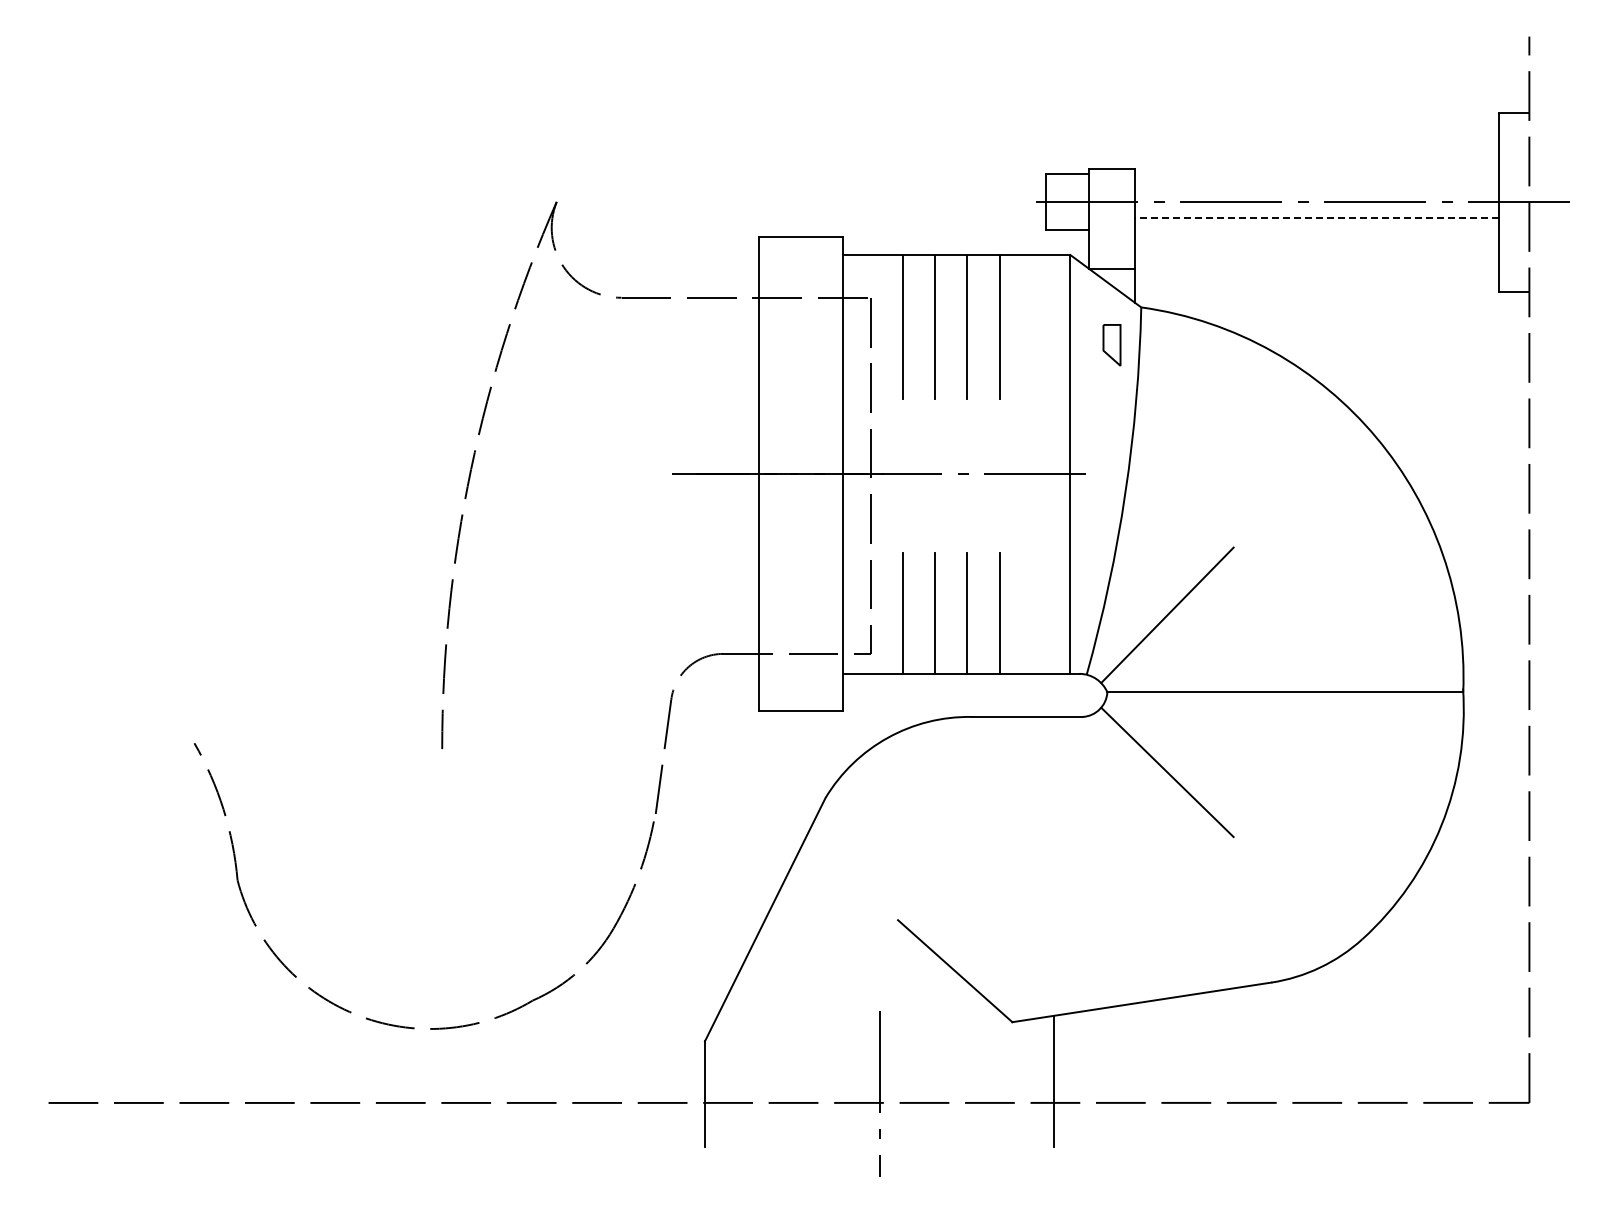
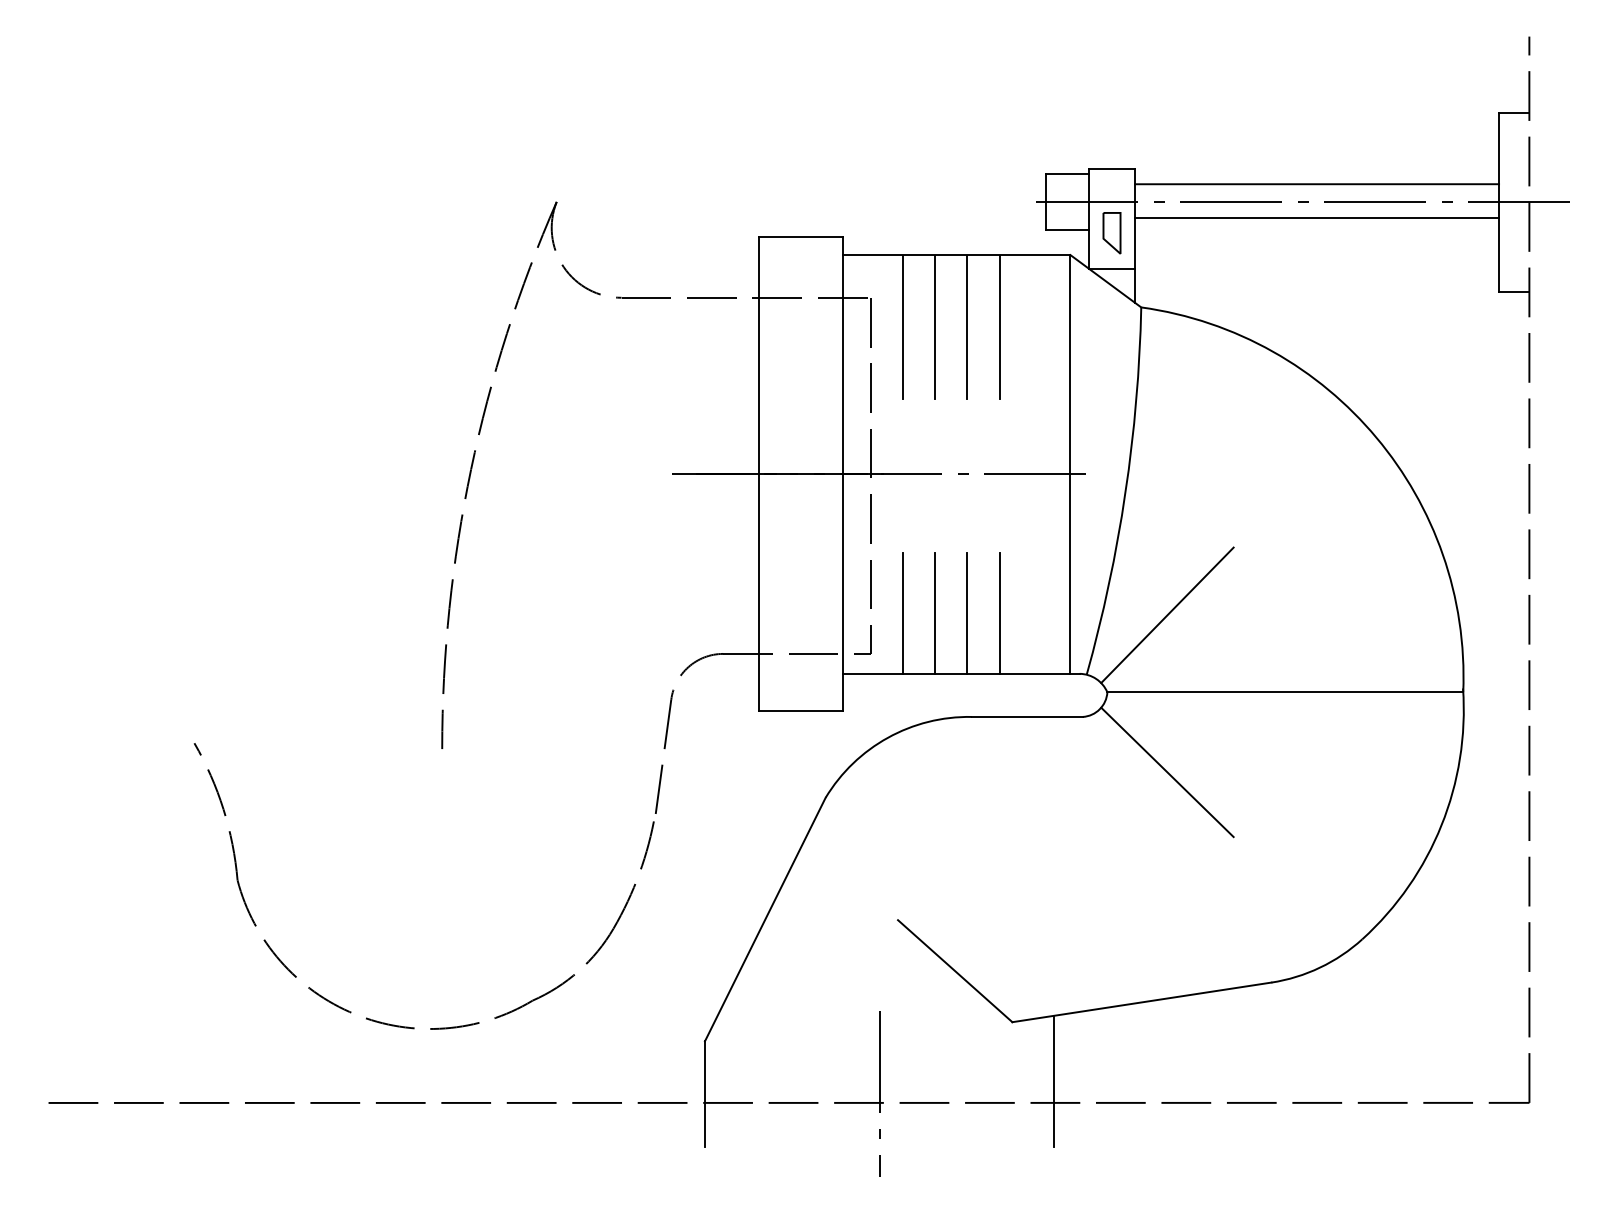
line at (1317, 184): none -> present
line at (1317, 218): dashed -> solid
part at (1111, 345) position: (1111, 345) -> (1111, 233)
